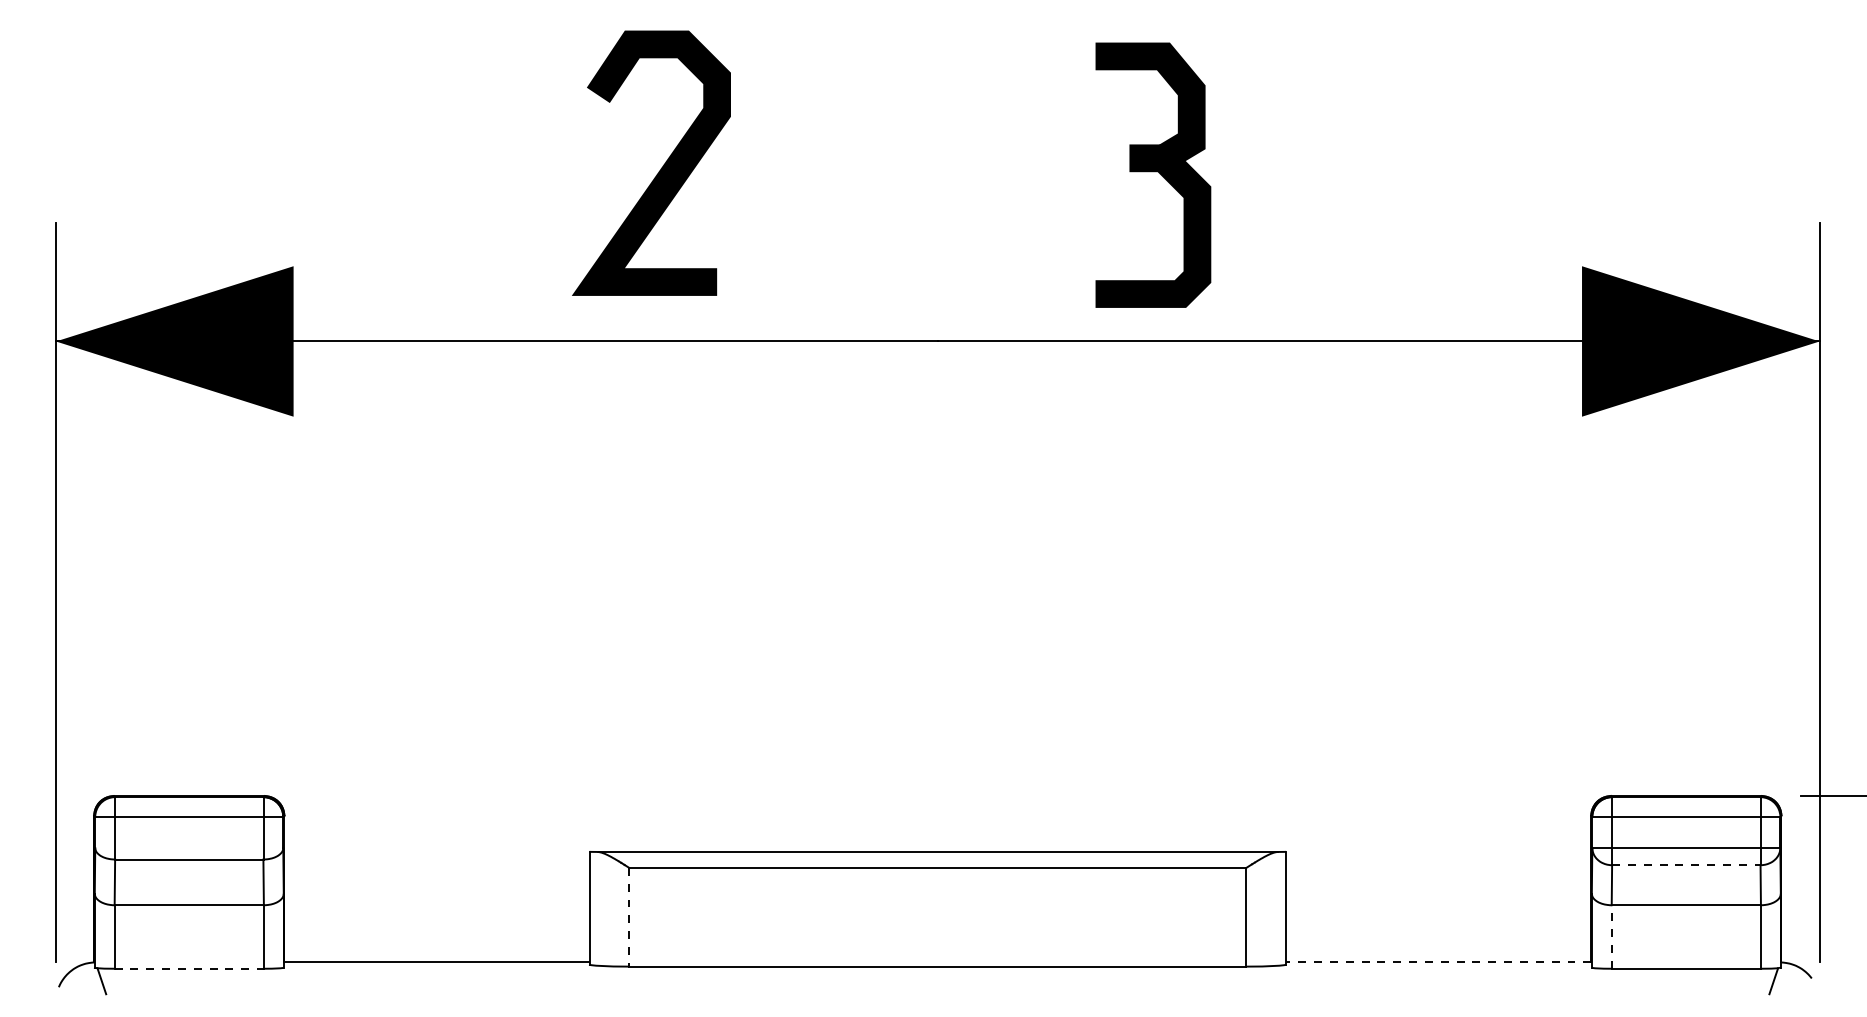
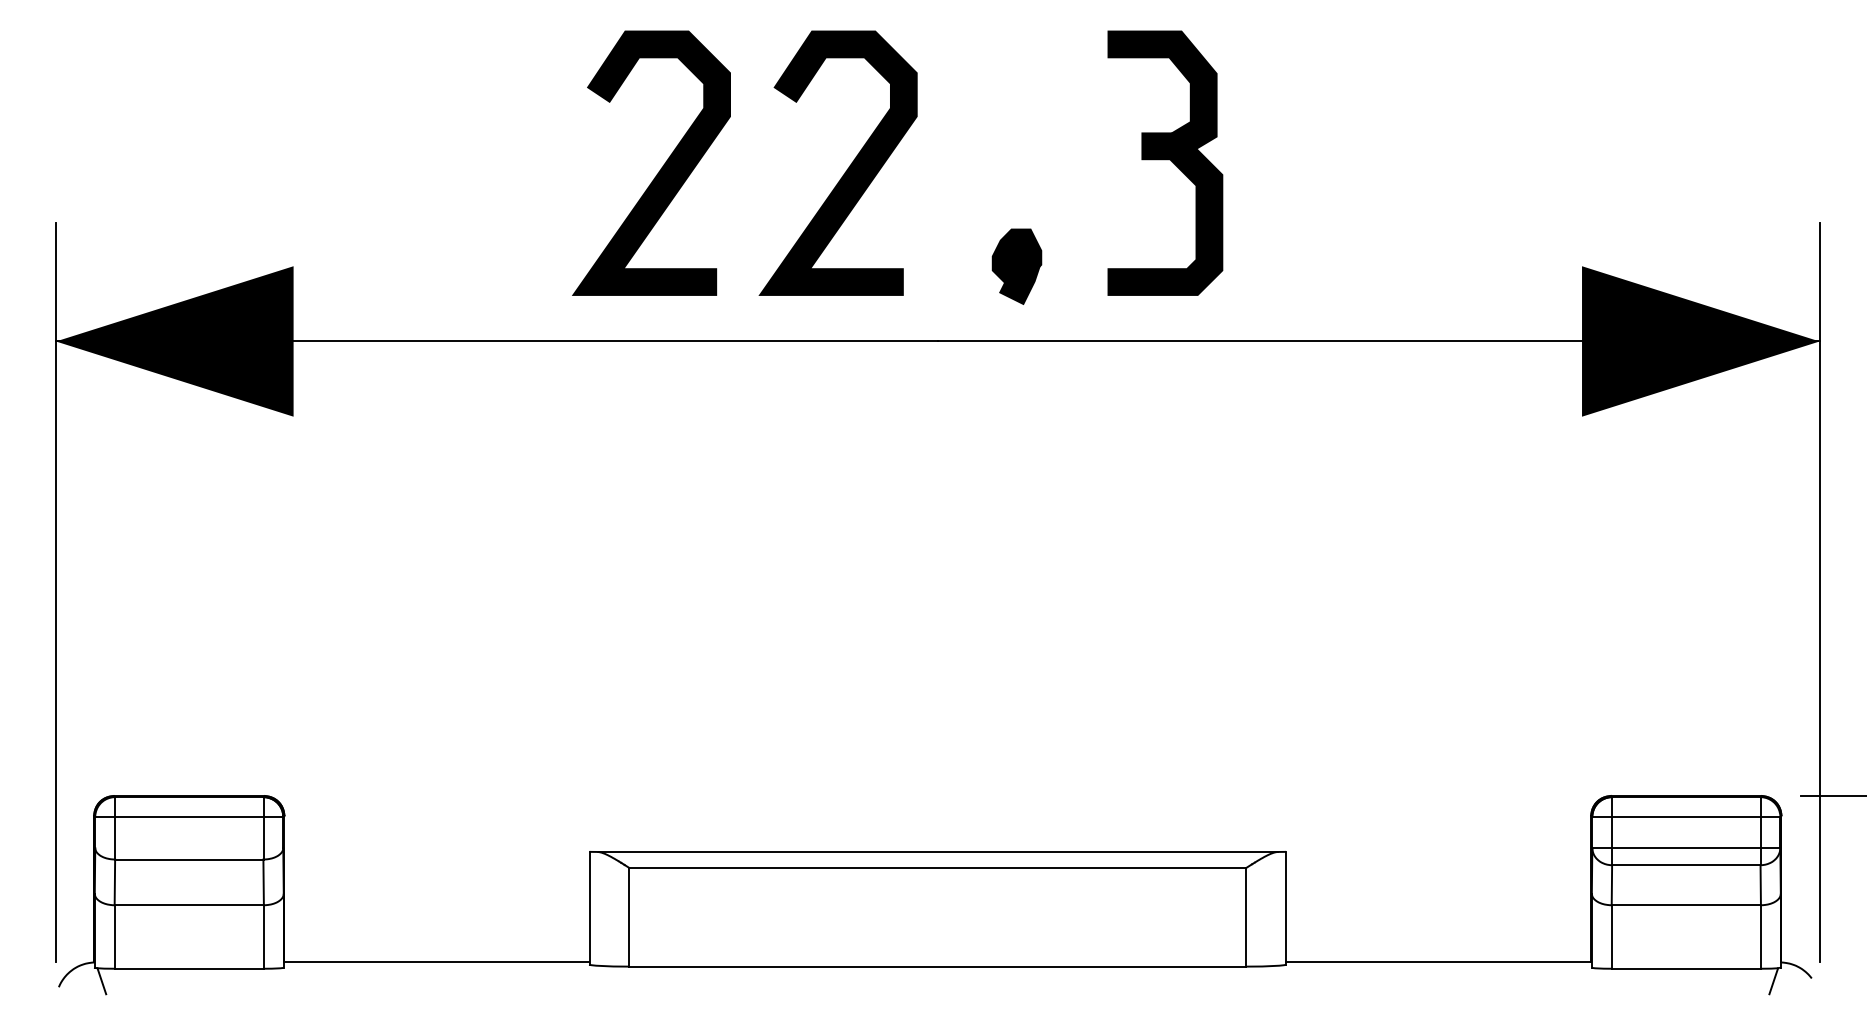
curve at (846, 169): none -> present
part at (1153, 174) position: (1153, 174) -> (1165, 162)
part at (1016, 266): none -> present
line at (1686, 865): dashed -> solid
line at (629, 917): dashed -> solid
line at (1611, 936): dashed -> solid
line at (1438, 962): dashed -> solid
line at (189, 968): dashed -> solid
